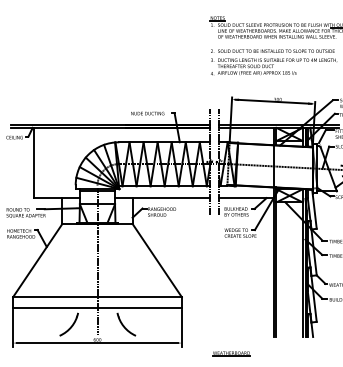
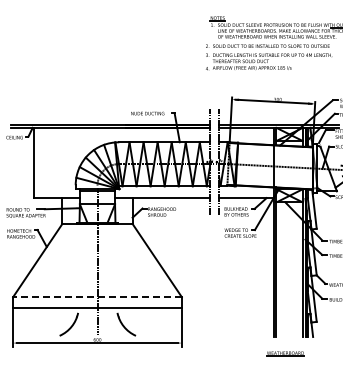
text at (274, 62) position: (274, 62) -> (269, 57)
line at (96, 297): solid -> dashed
part at (231, 353) position: (231, 353) -> (285, 353)
